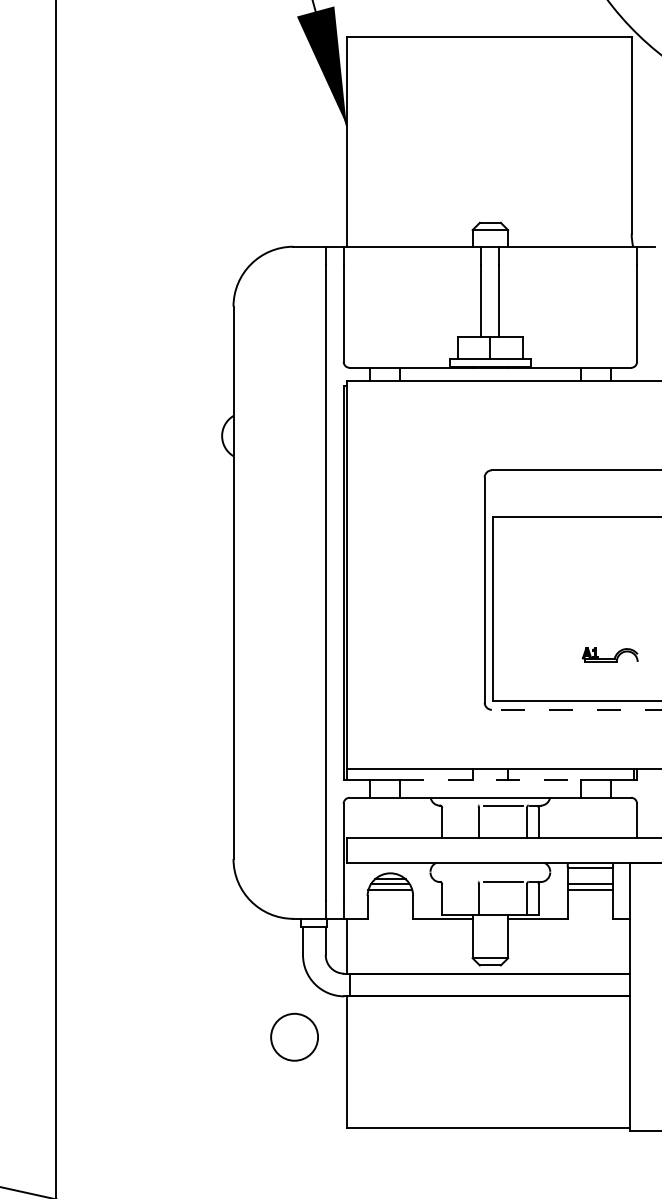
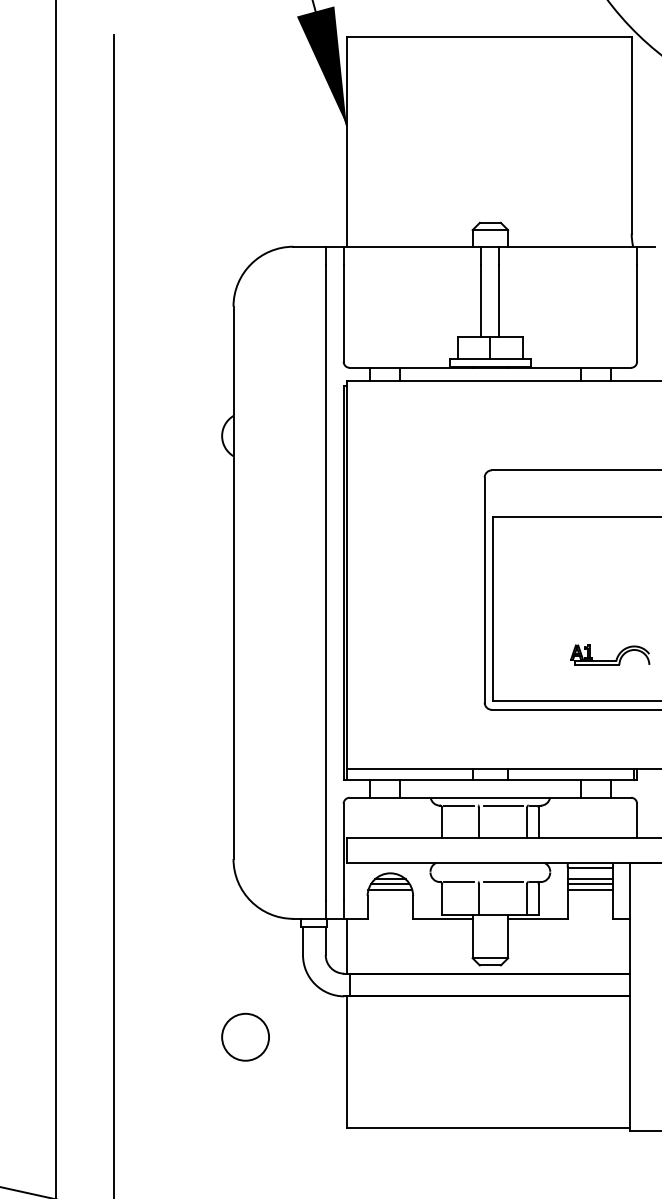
line at (113, 614): none -> present
part at (609, 654) size: 58x16 px -> 81x22 px
line at (576, 709): dashed -> solid
line at (490, 779): dashed -> solid
line at (458, 805): none -> present
line at (590, 879): none -> present
line at (458, 882): none -> present
circle at (294, 1036) position: (294, 1036) -> (245, 1036)
